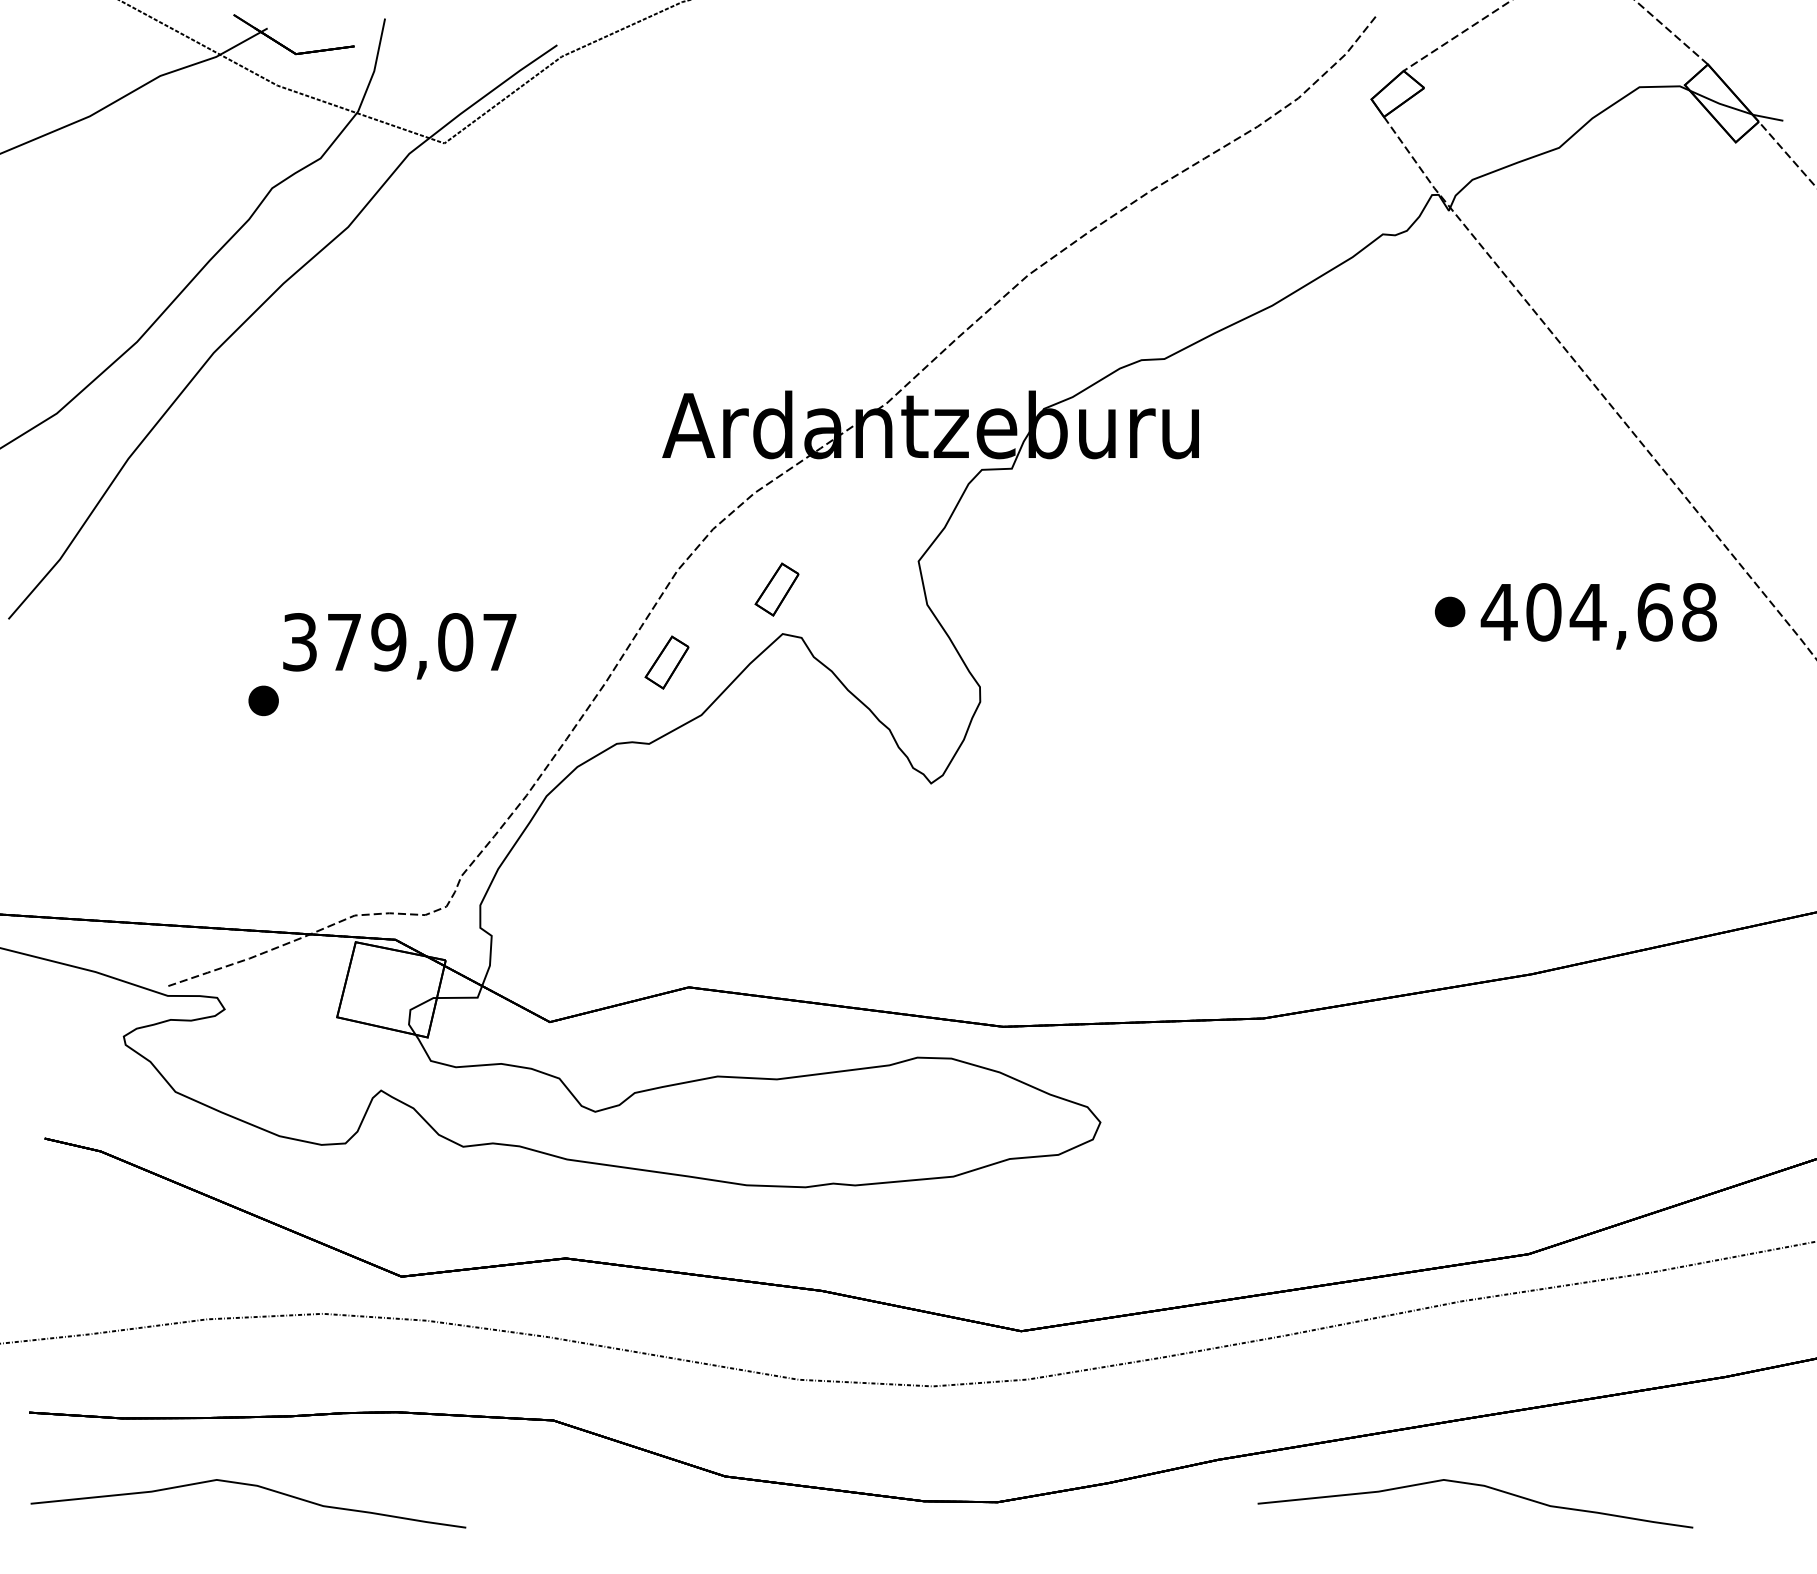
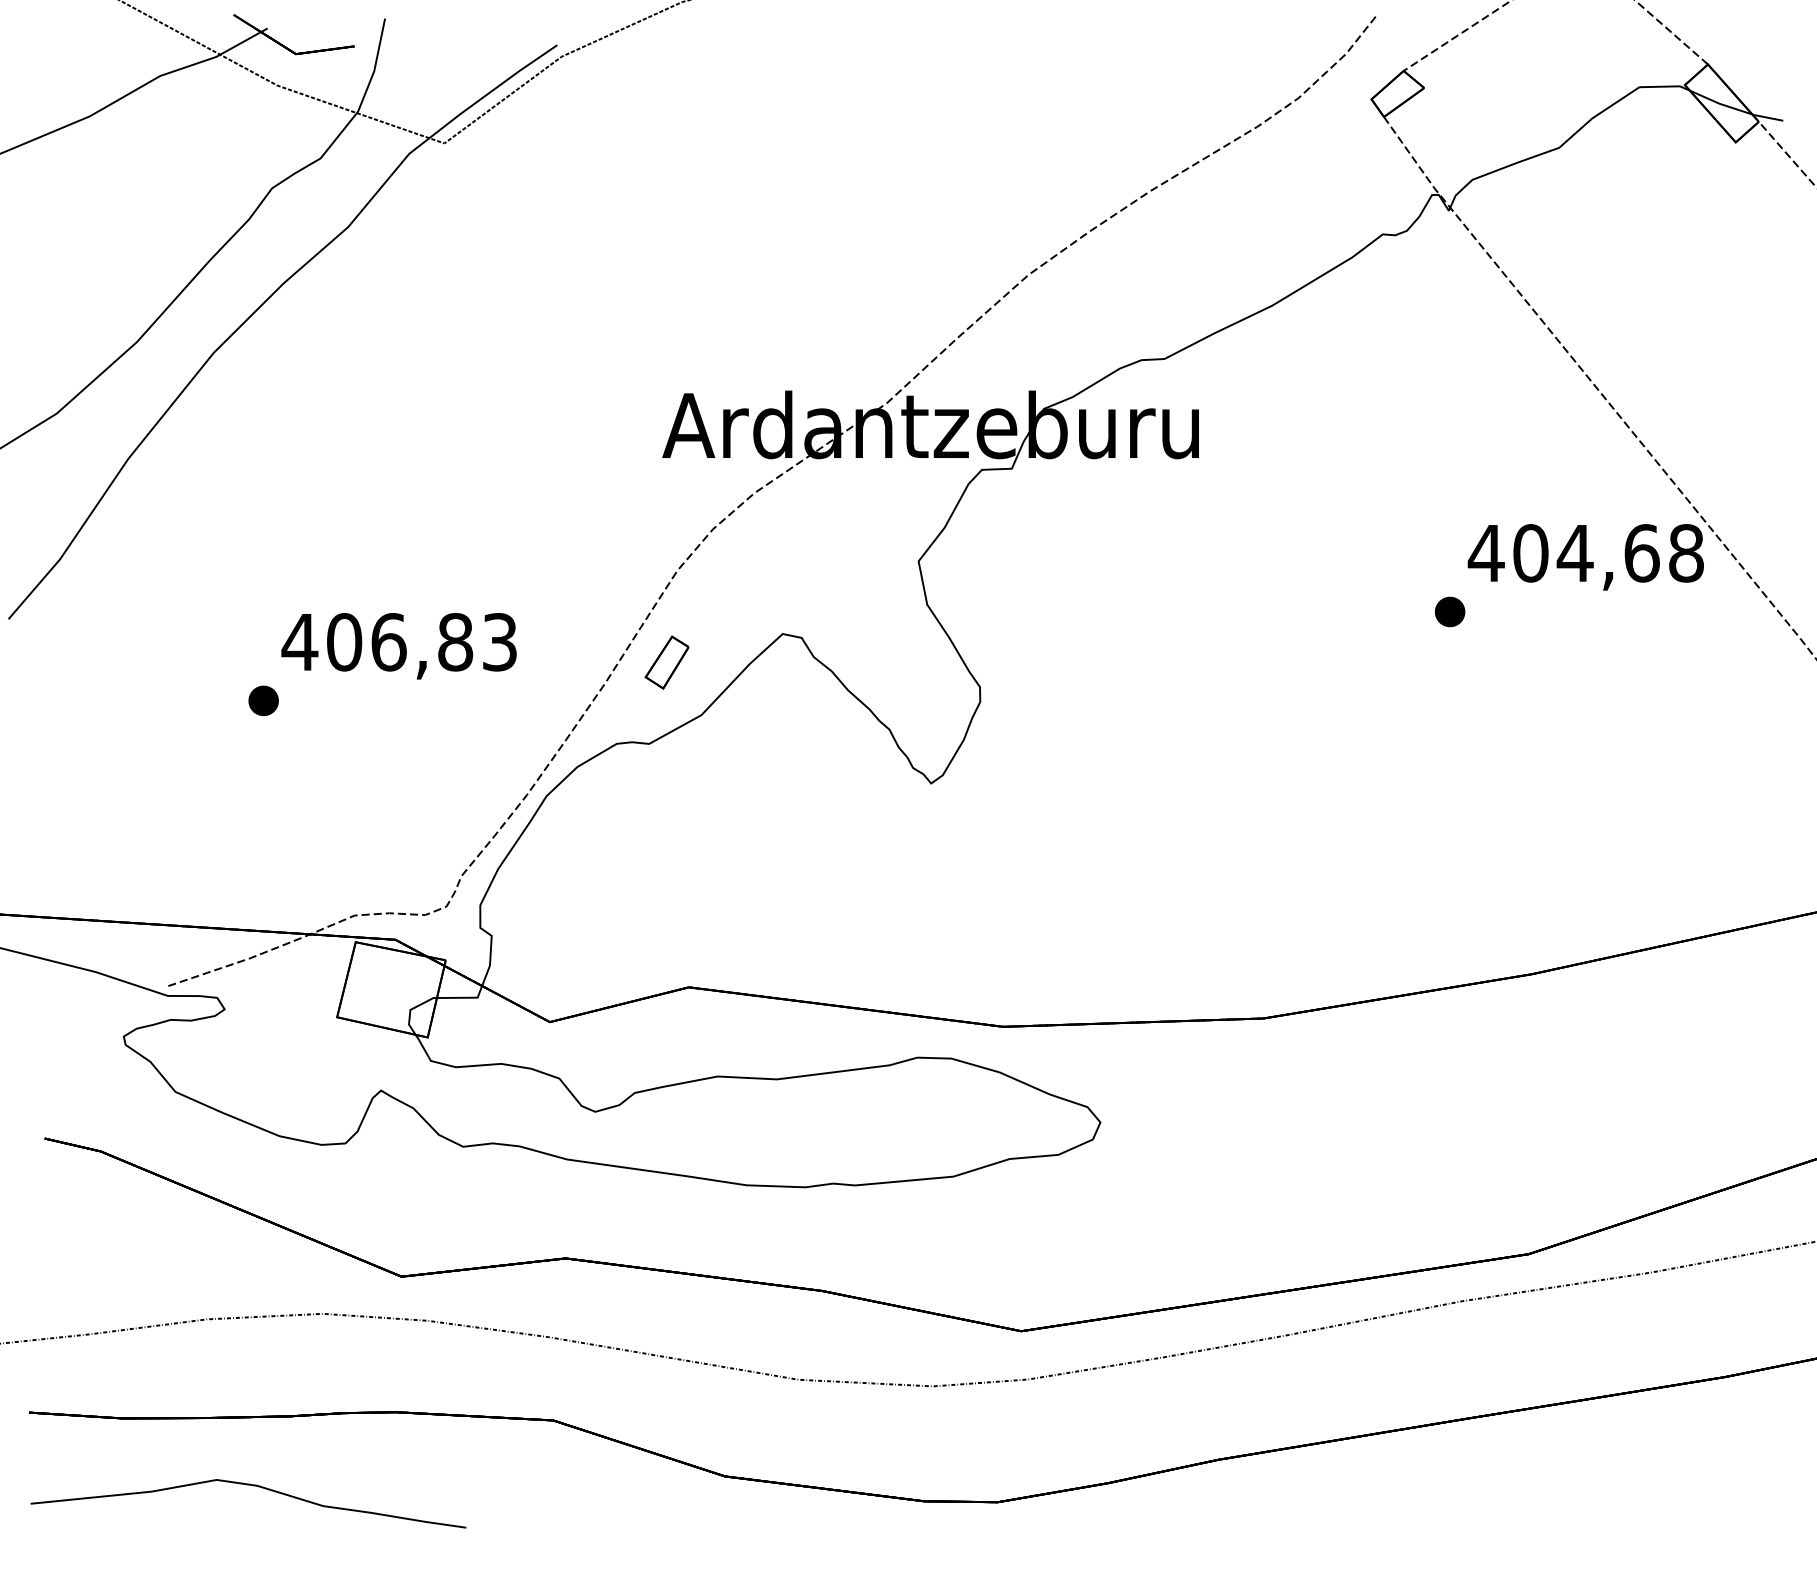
part at (776, 589): present -> none
text at (1598, 616) position: (1598, 616) -> (1585, 557)
text at (398, 642): 379,07 -> 406,83
curve at (1480, 1486): present -> none
